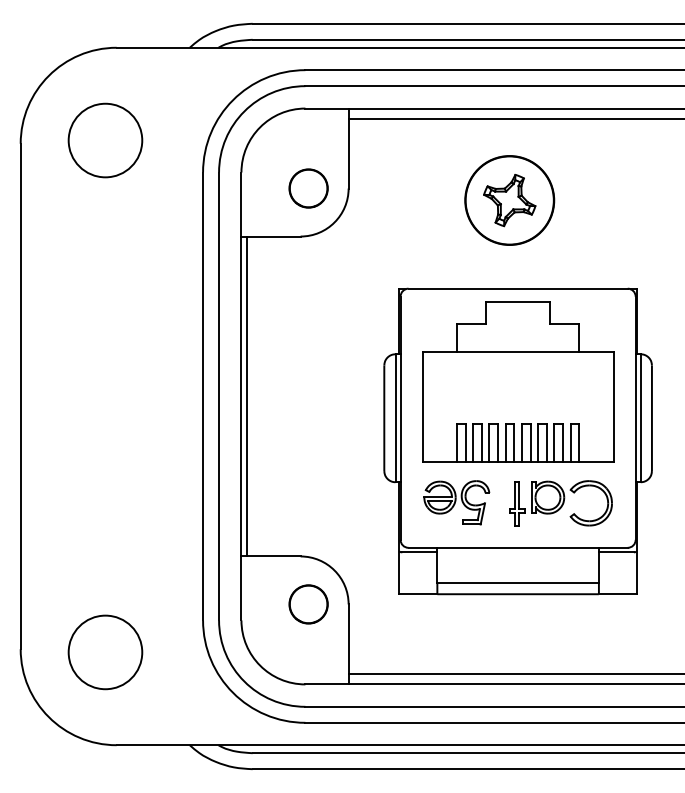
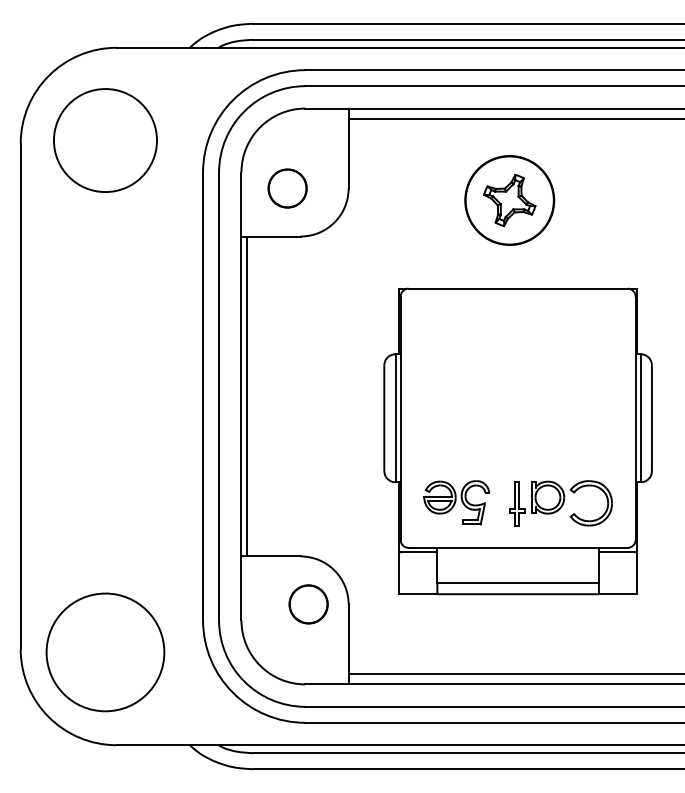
circle at (105, 140) diameter: 74 px -> 103 px
circle at (308, 188) position: (308, 188) -> (287, 188)
part at (518, 381): present -> none
circle at (105, 652) diameter: 74 px -> 118 px
